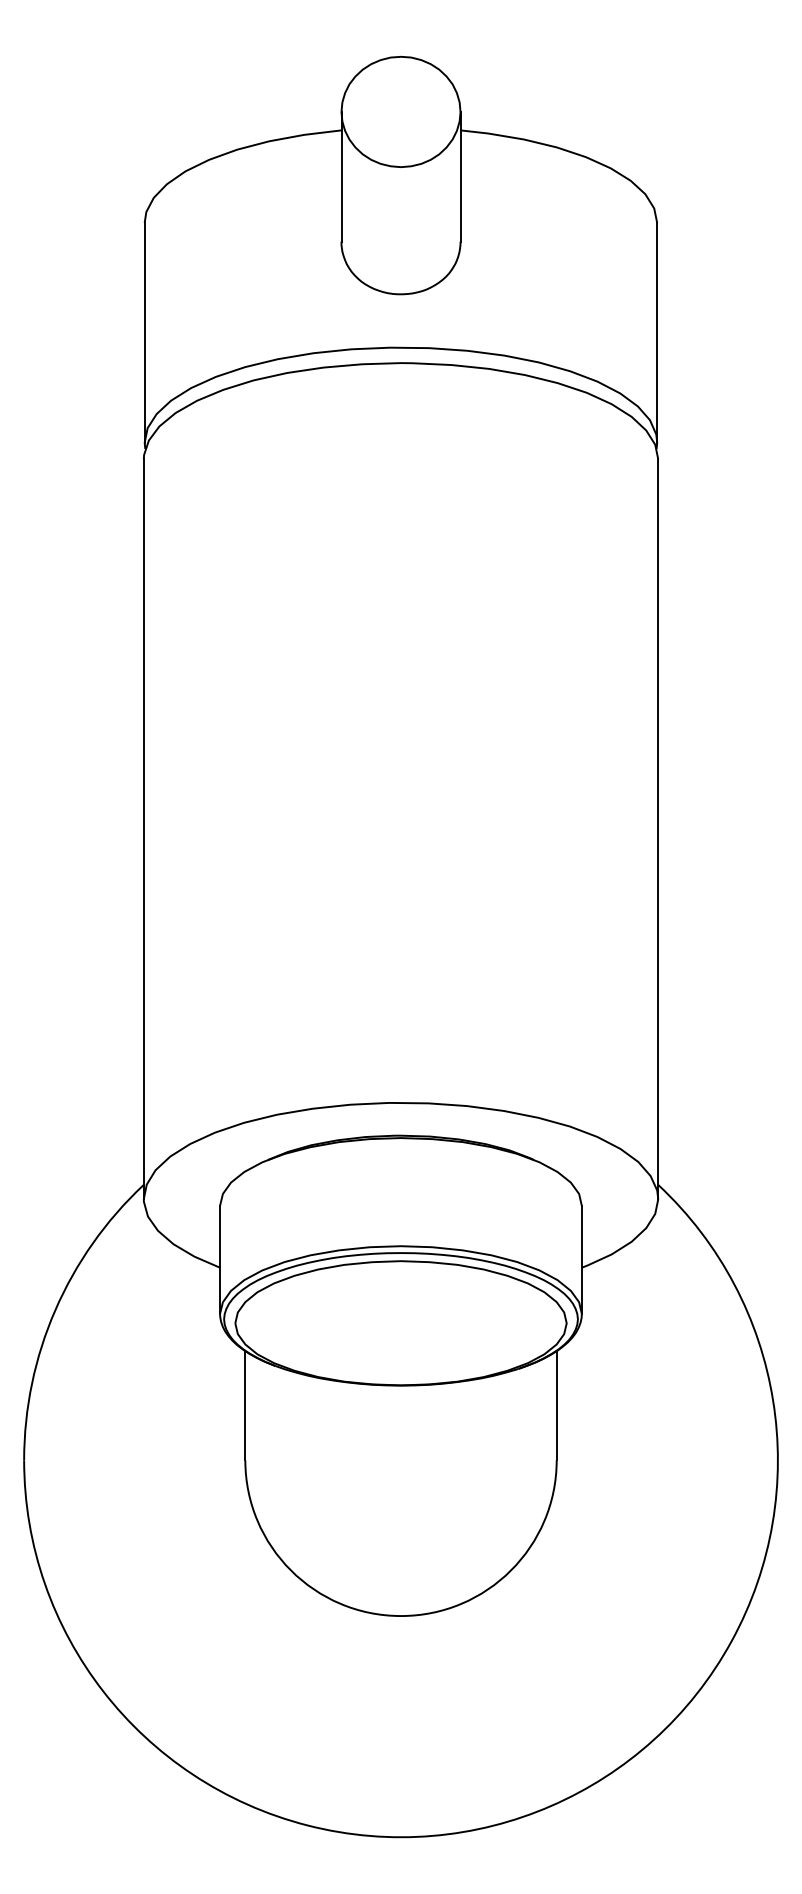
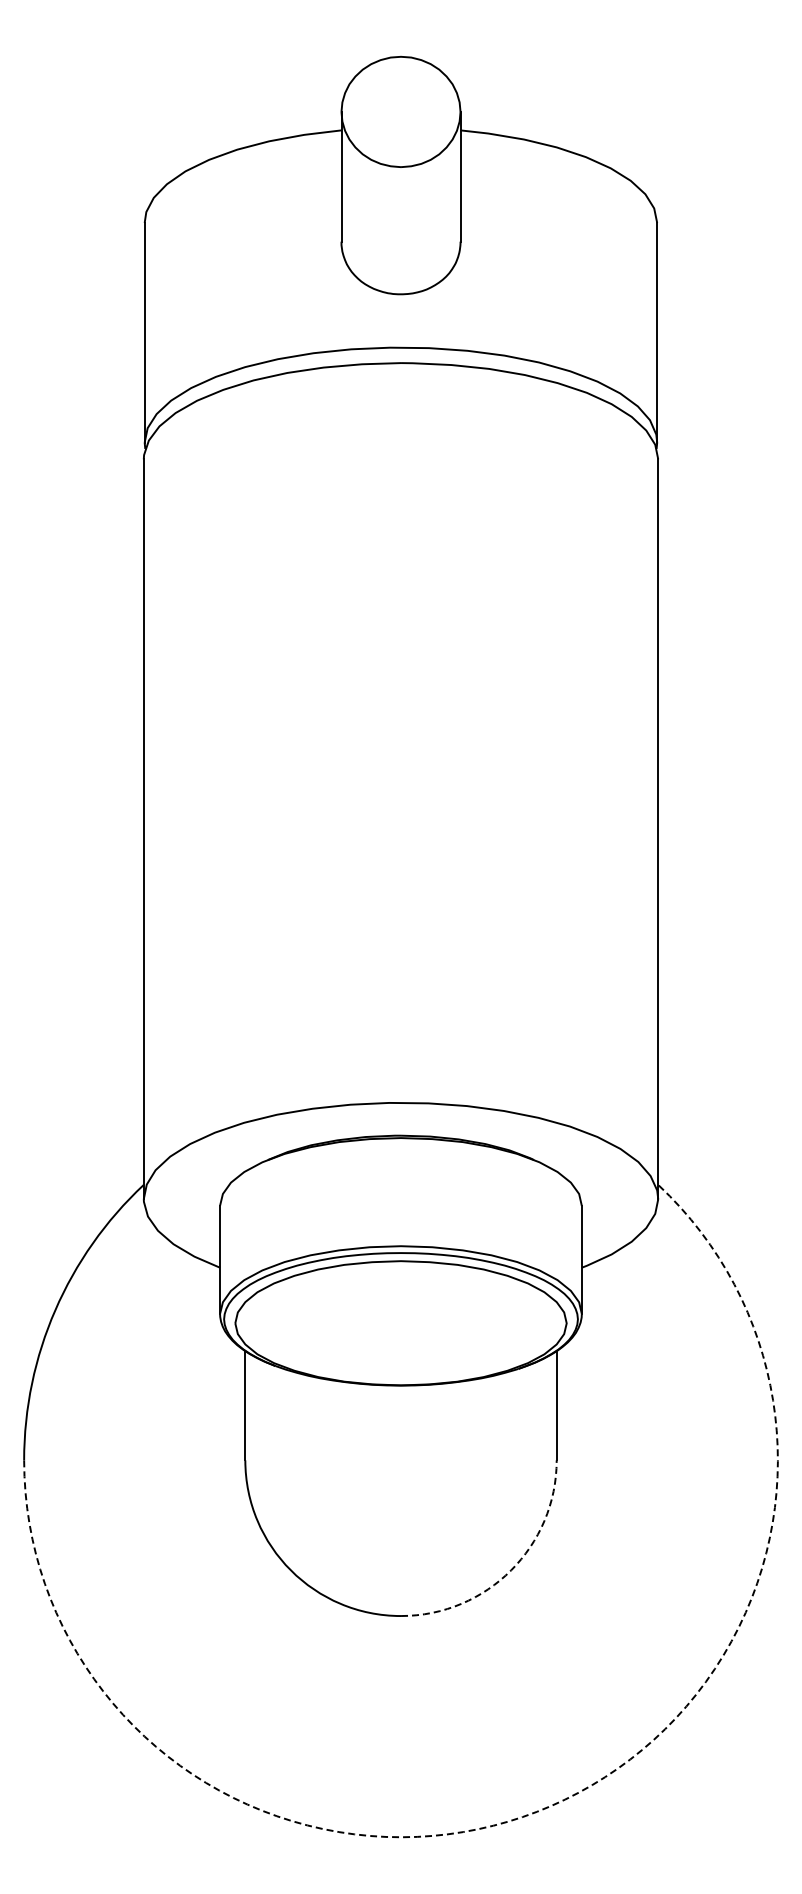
arc at (511, 1570): solid -> dashed
arc at (551, 1806): solid -> dashed
